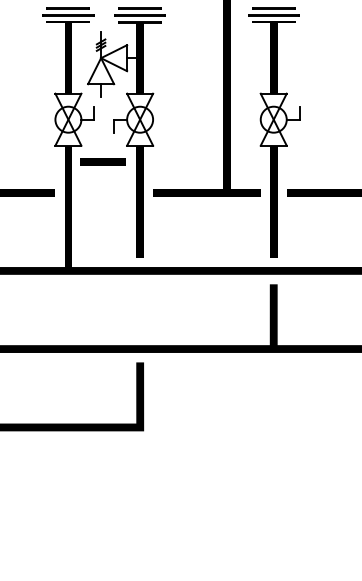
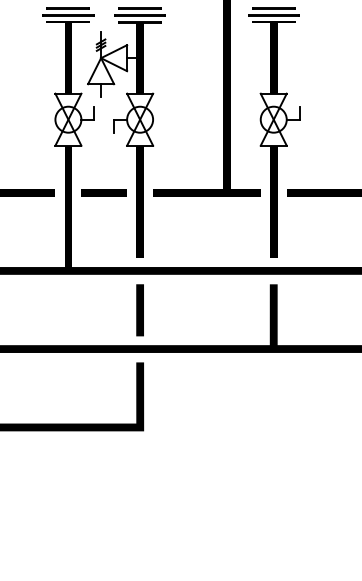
line at (102, 161) position: (102, 161) -> (103, 192)
line at (139, 310): none -> present
